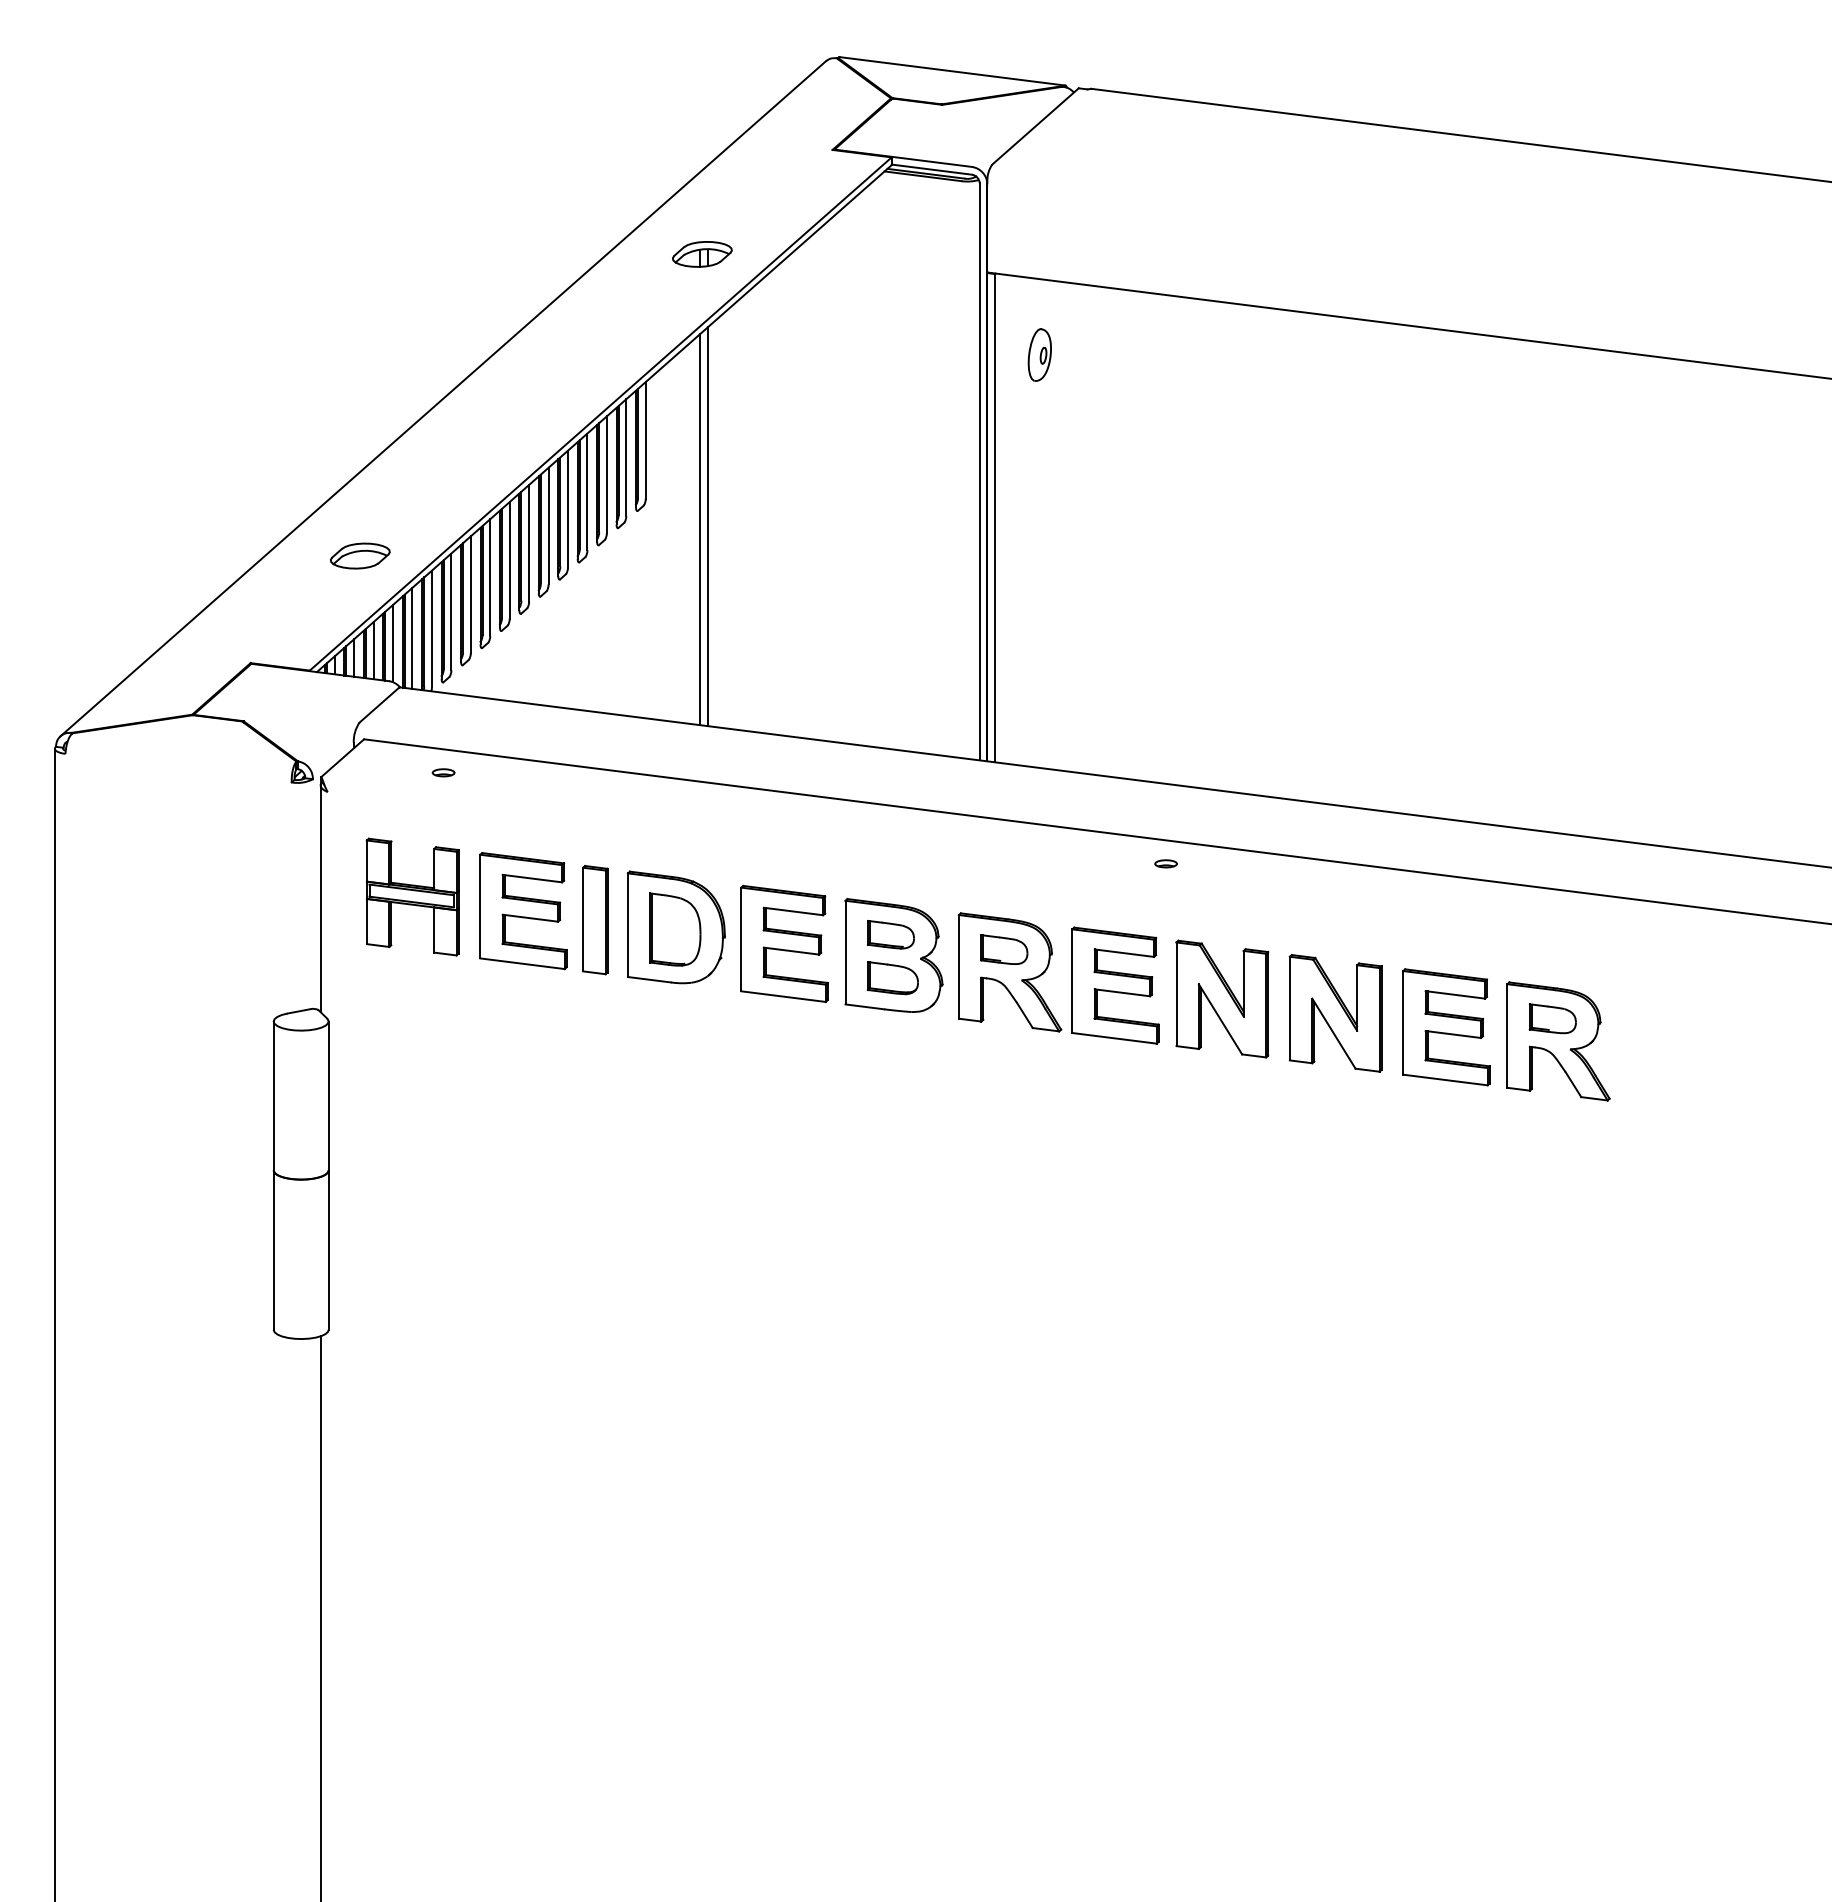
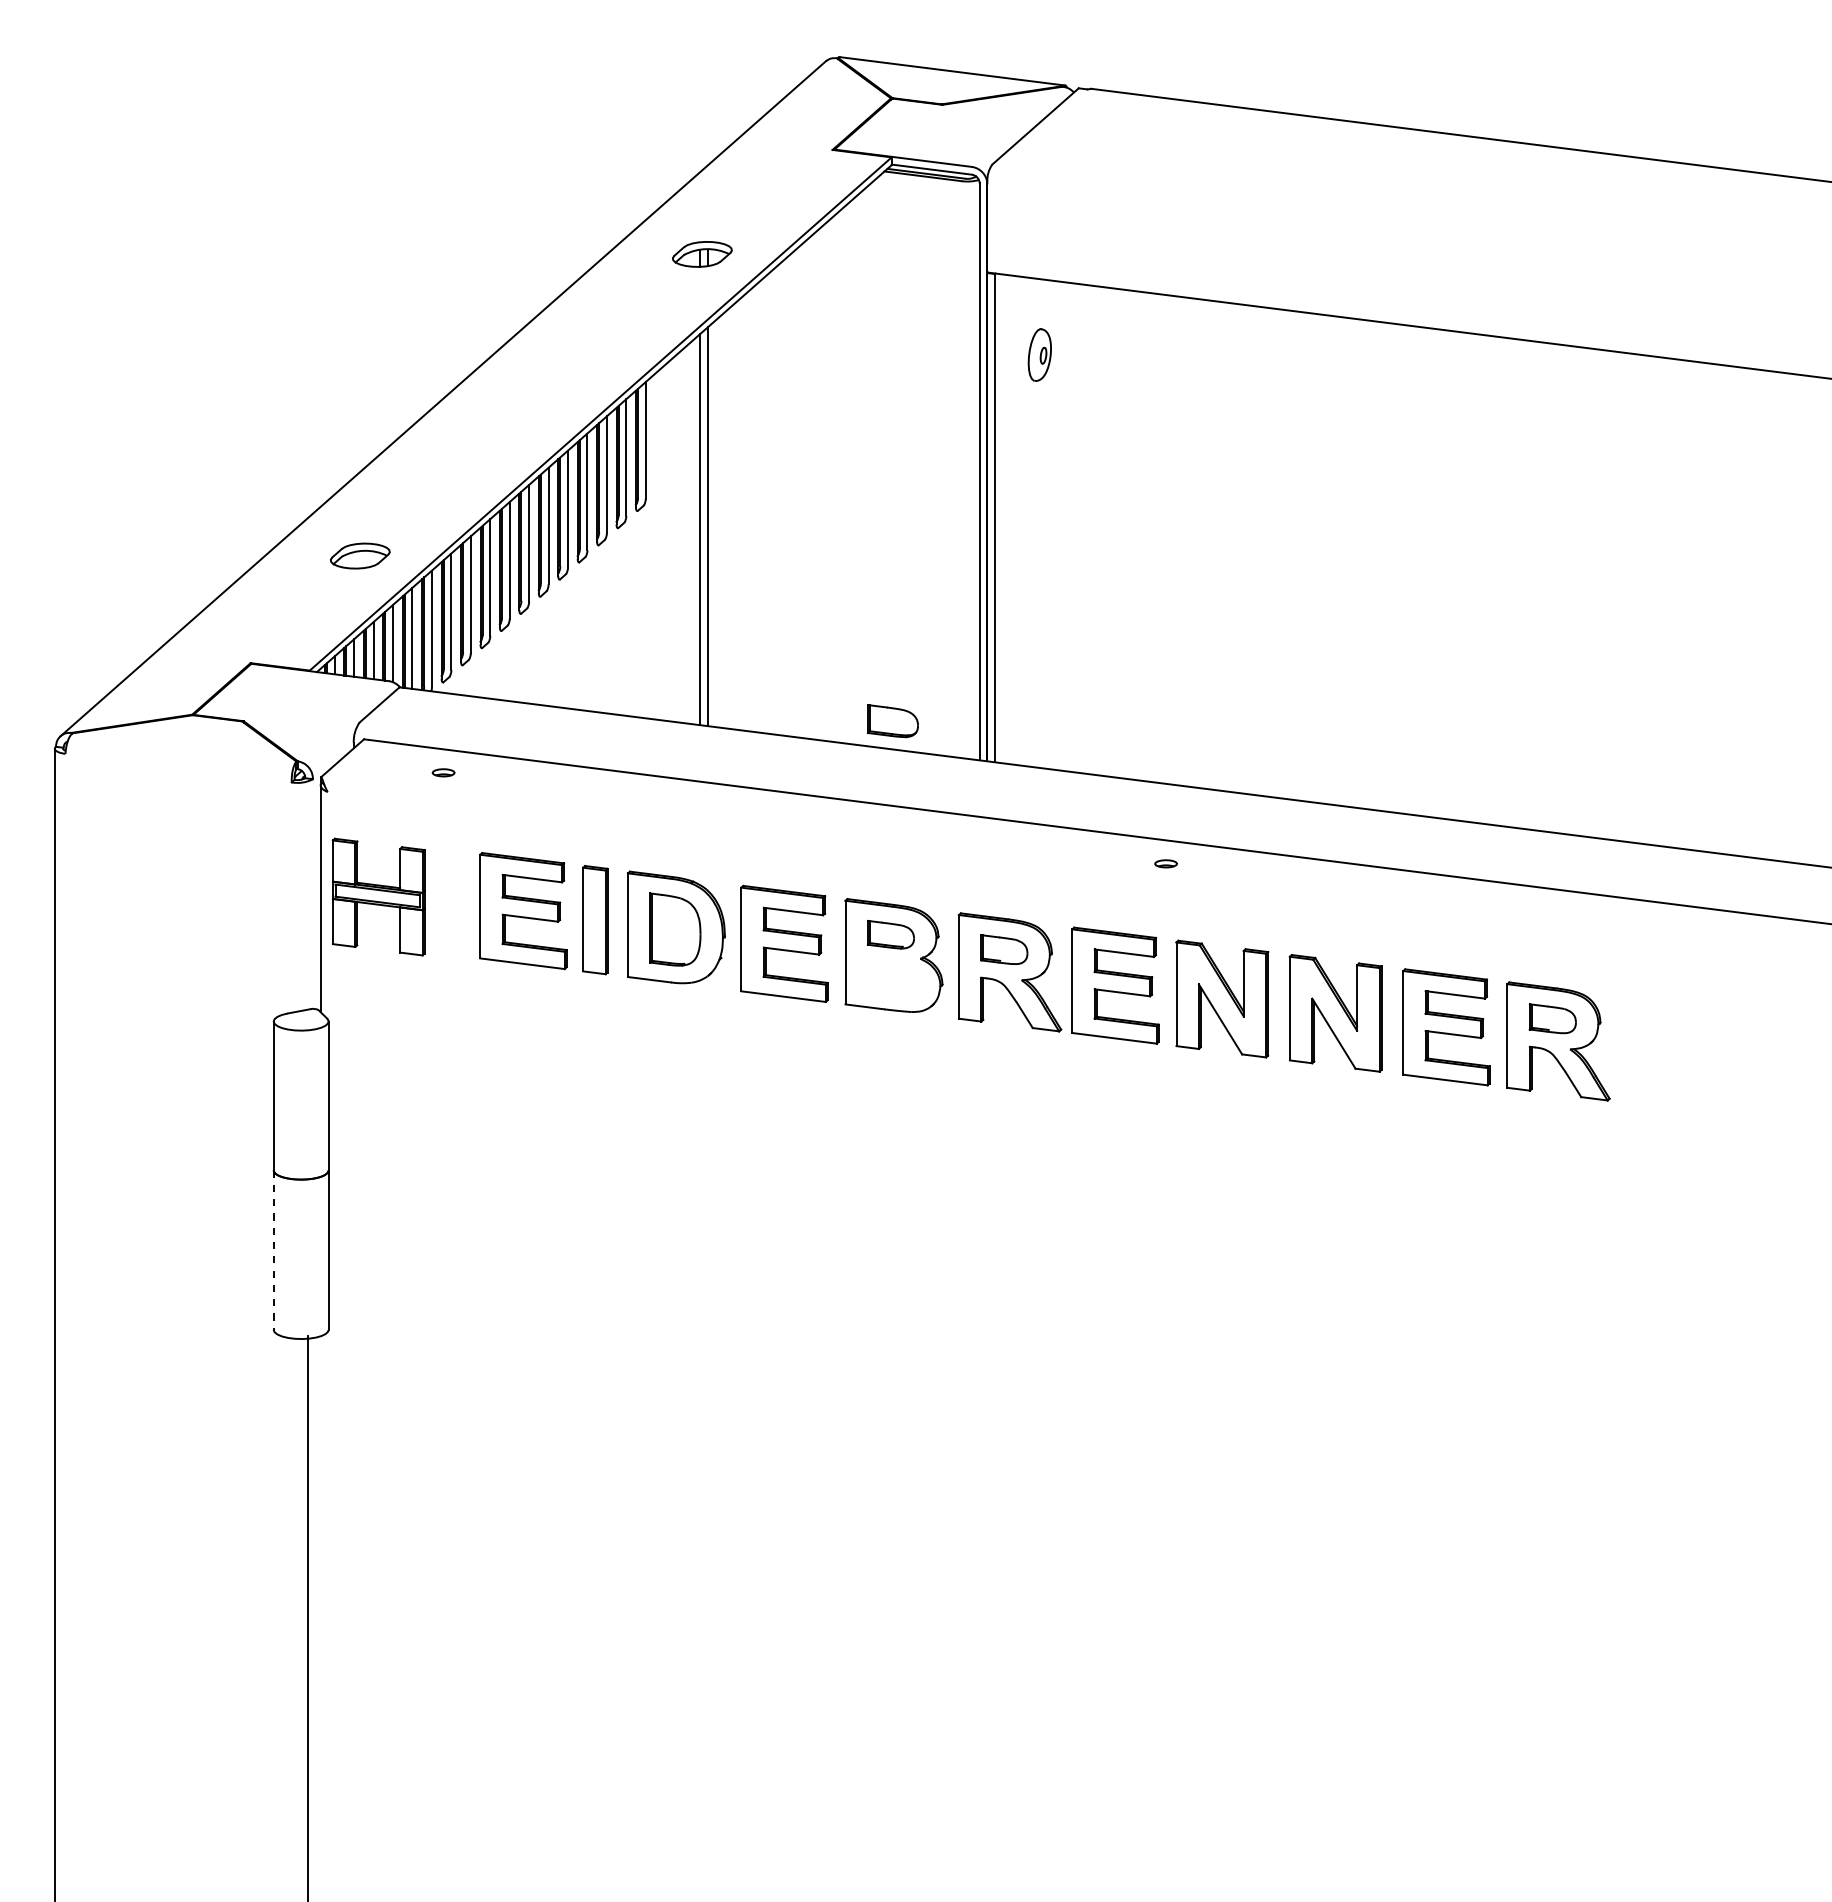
part at (412, 896) position: (412, 896) -> (378, 896)
part at (892, 978) position: (892, 978) -> (892, 721)
line at (273, 1250): solid -> dashed
line at (320, 1617) position: (320, 1617) -> (307, 1617)
